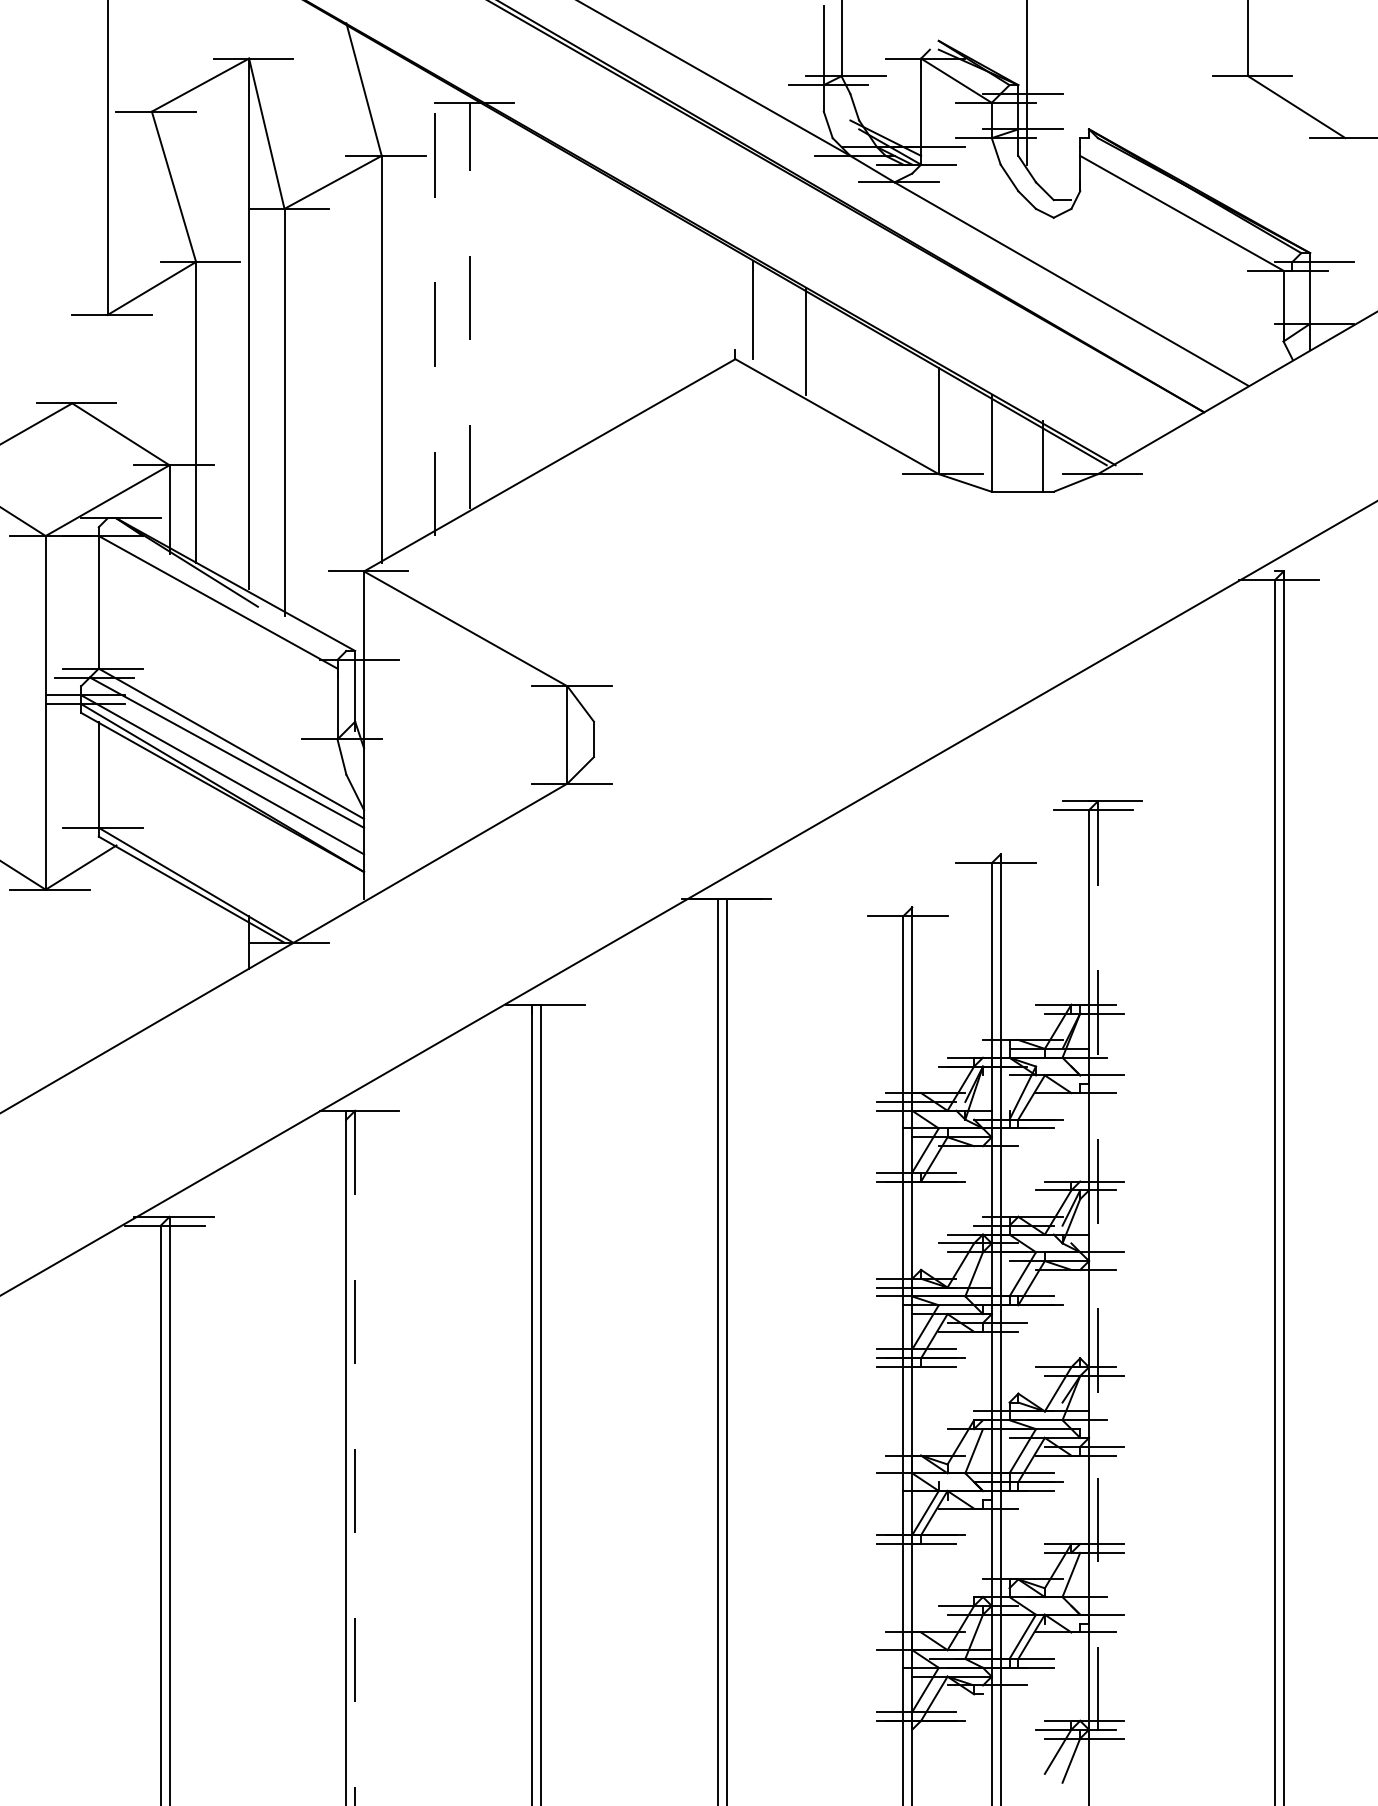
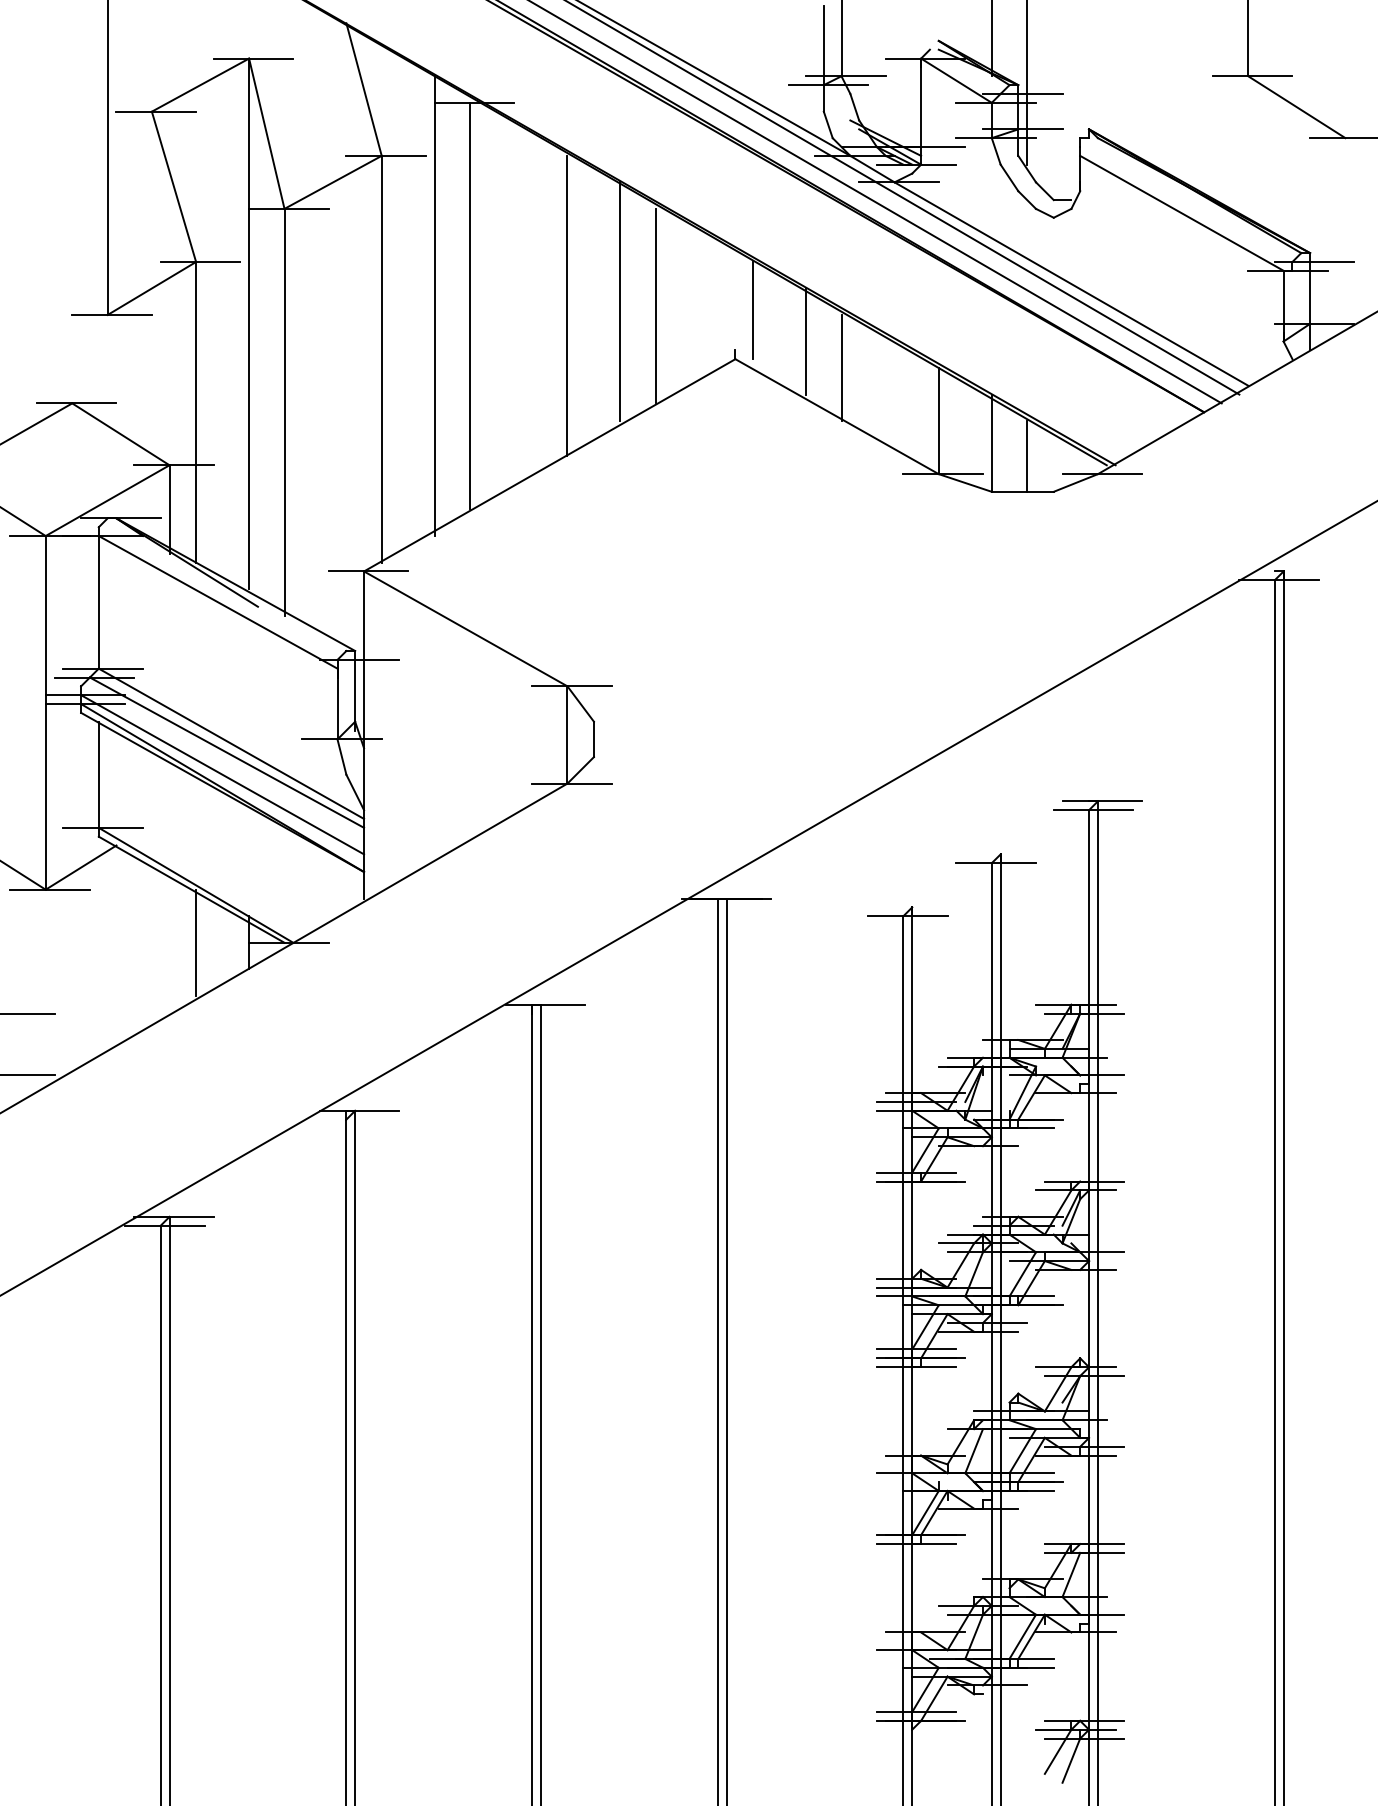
line at (991, 39): none -> present
line at (903, 198): none -> present
line at (876, 202): none -> present
line at (620, 301): none -> present
line at (470, 305): dashed -> solid
line at (567, 305): none -> present
line at (655, 305): none -> present
line at (434, 306): dashed -> solid
line at (841, 367): none -> present
line at (1043, 456) position: (1043, 456) -> (1027, 456)
line at (196, 942): none -> present
line at (28, 1013): none -> present
line at (28, 1075): none -> present
line at (1097, 1303): dashed -> solid
line at (355, 1458): dashed -> solid
